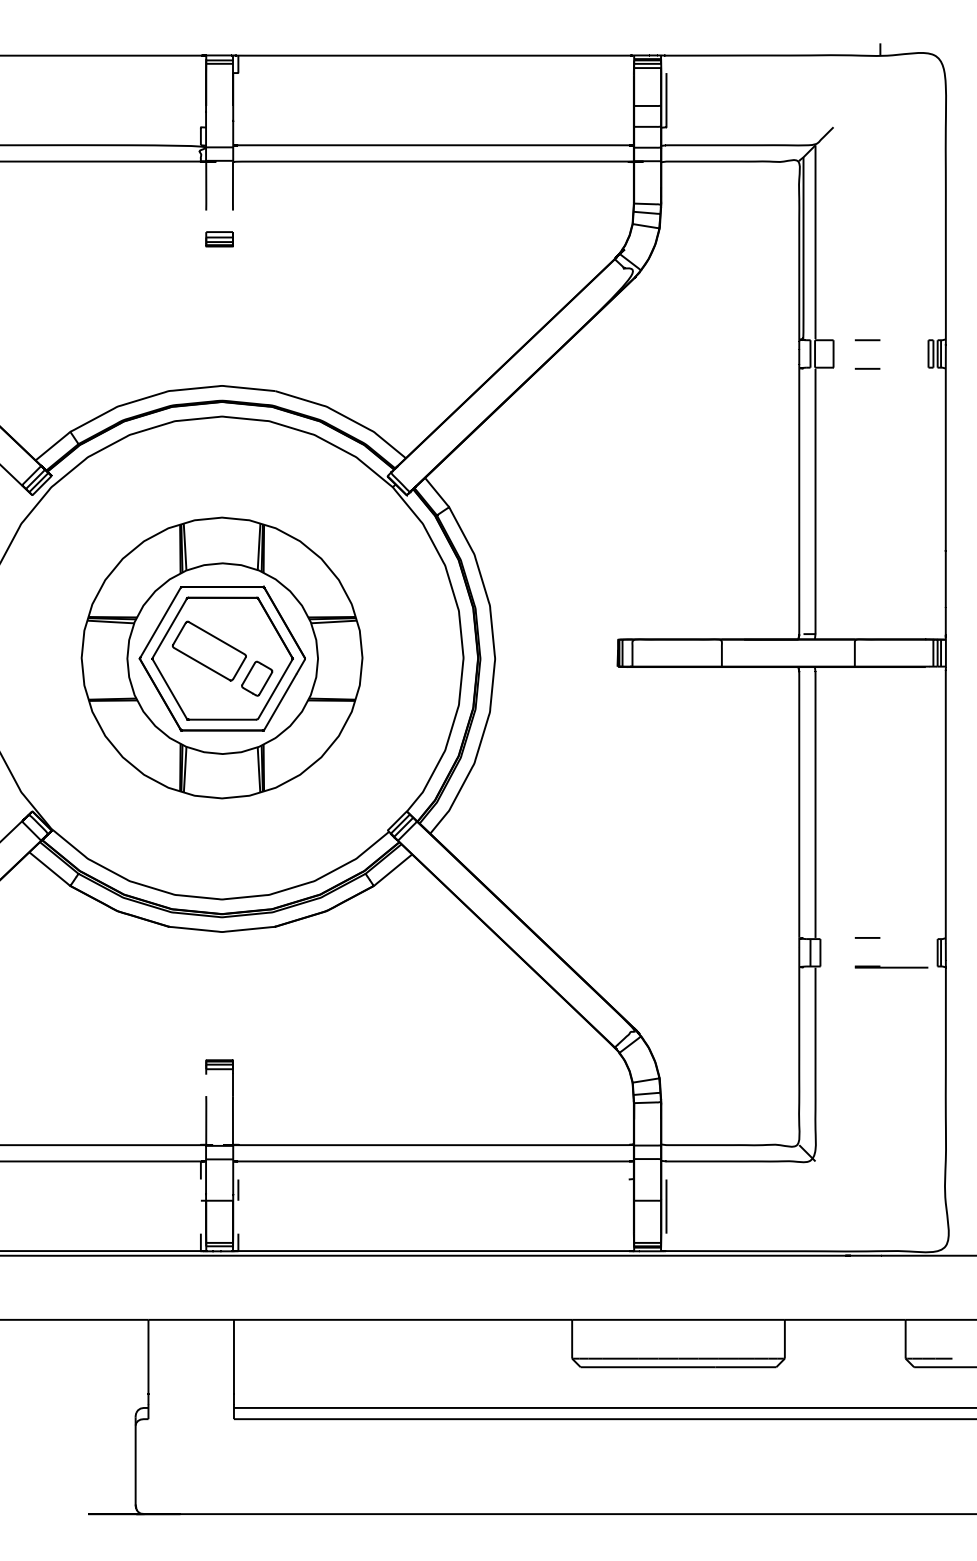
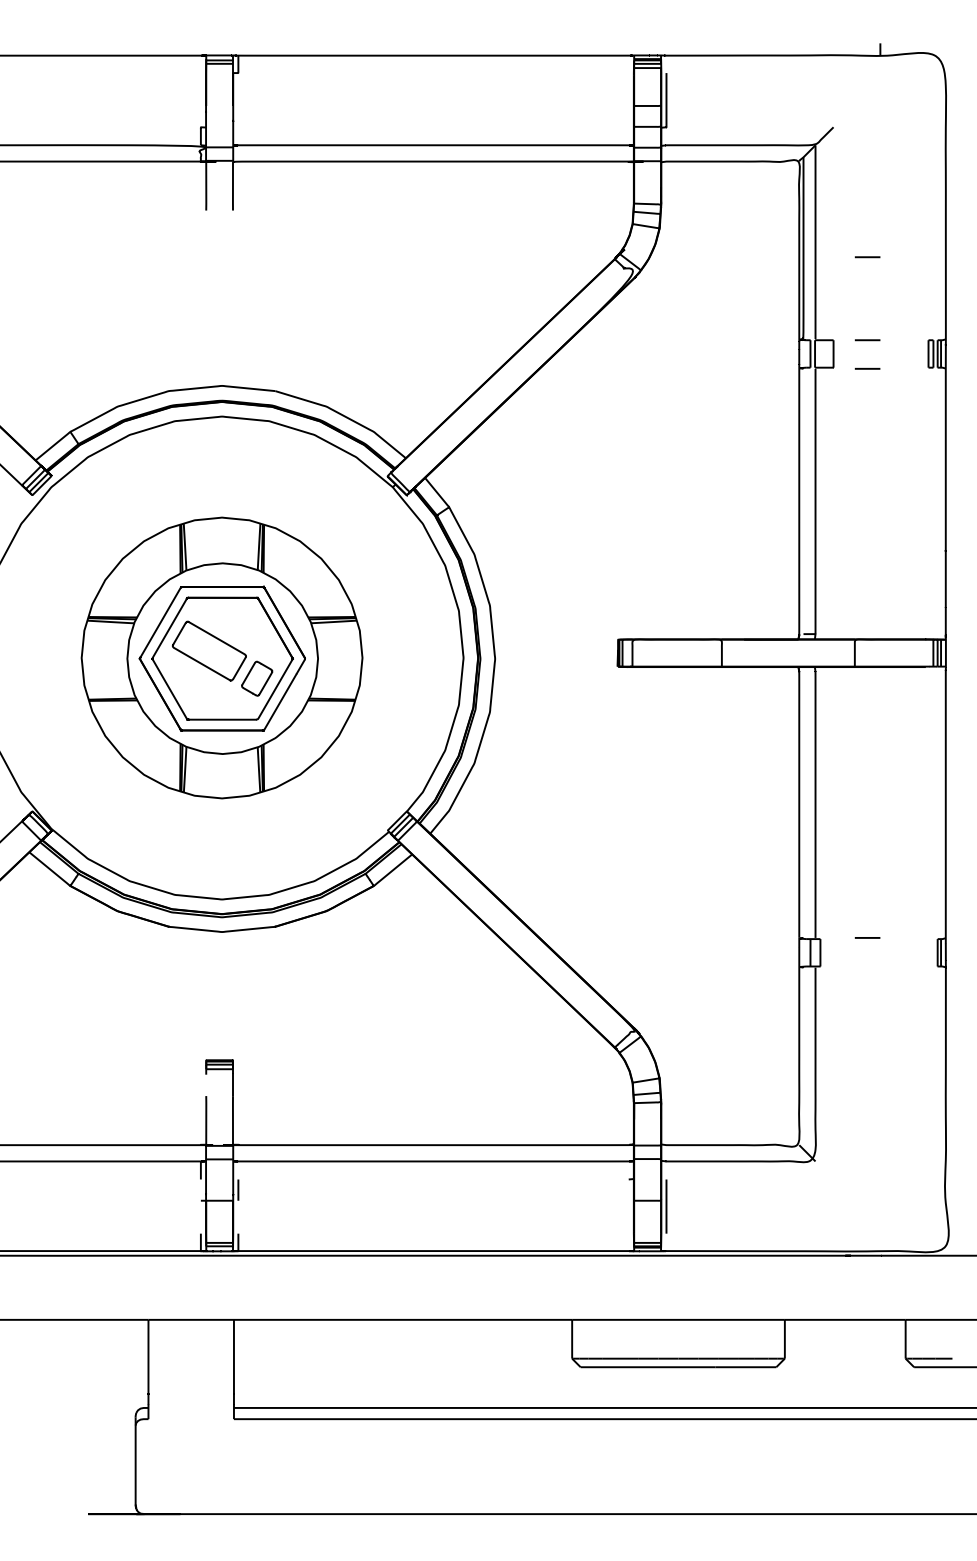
part at (219, 239): present -> none
line at (867, 257): none -> present
line at (891, 966): present -> none
